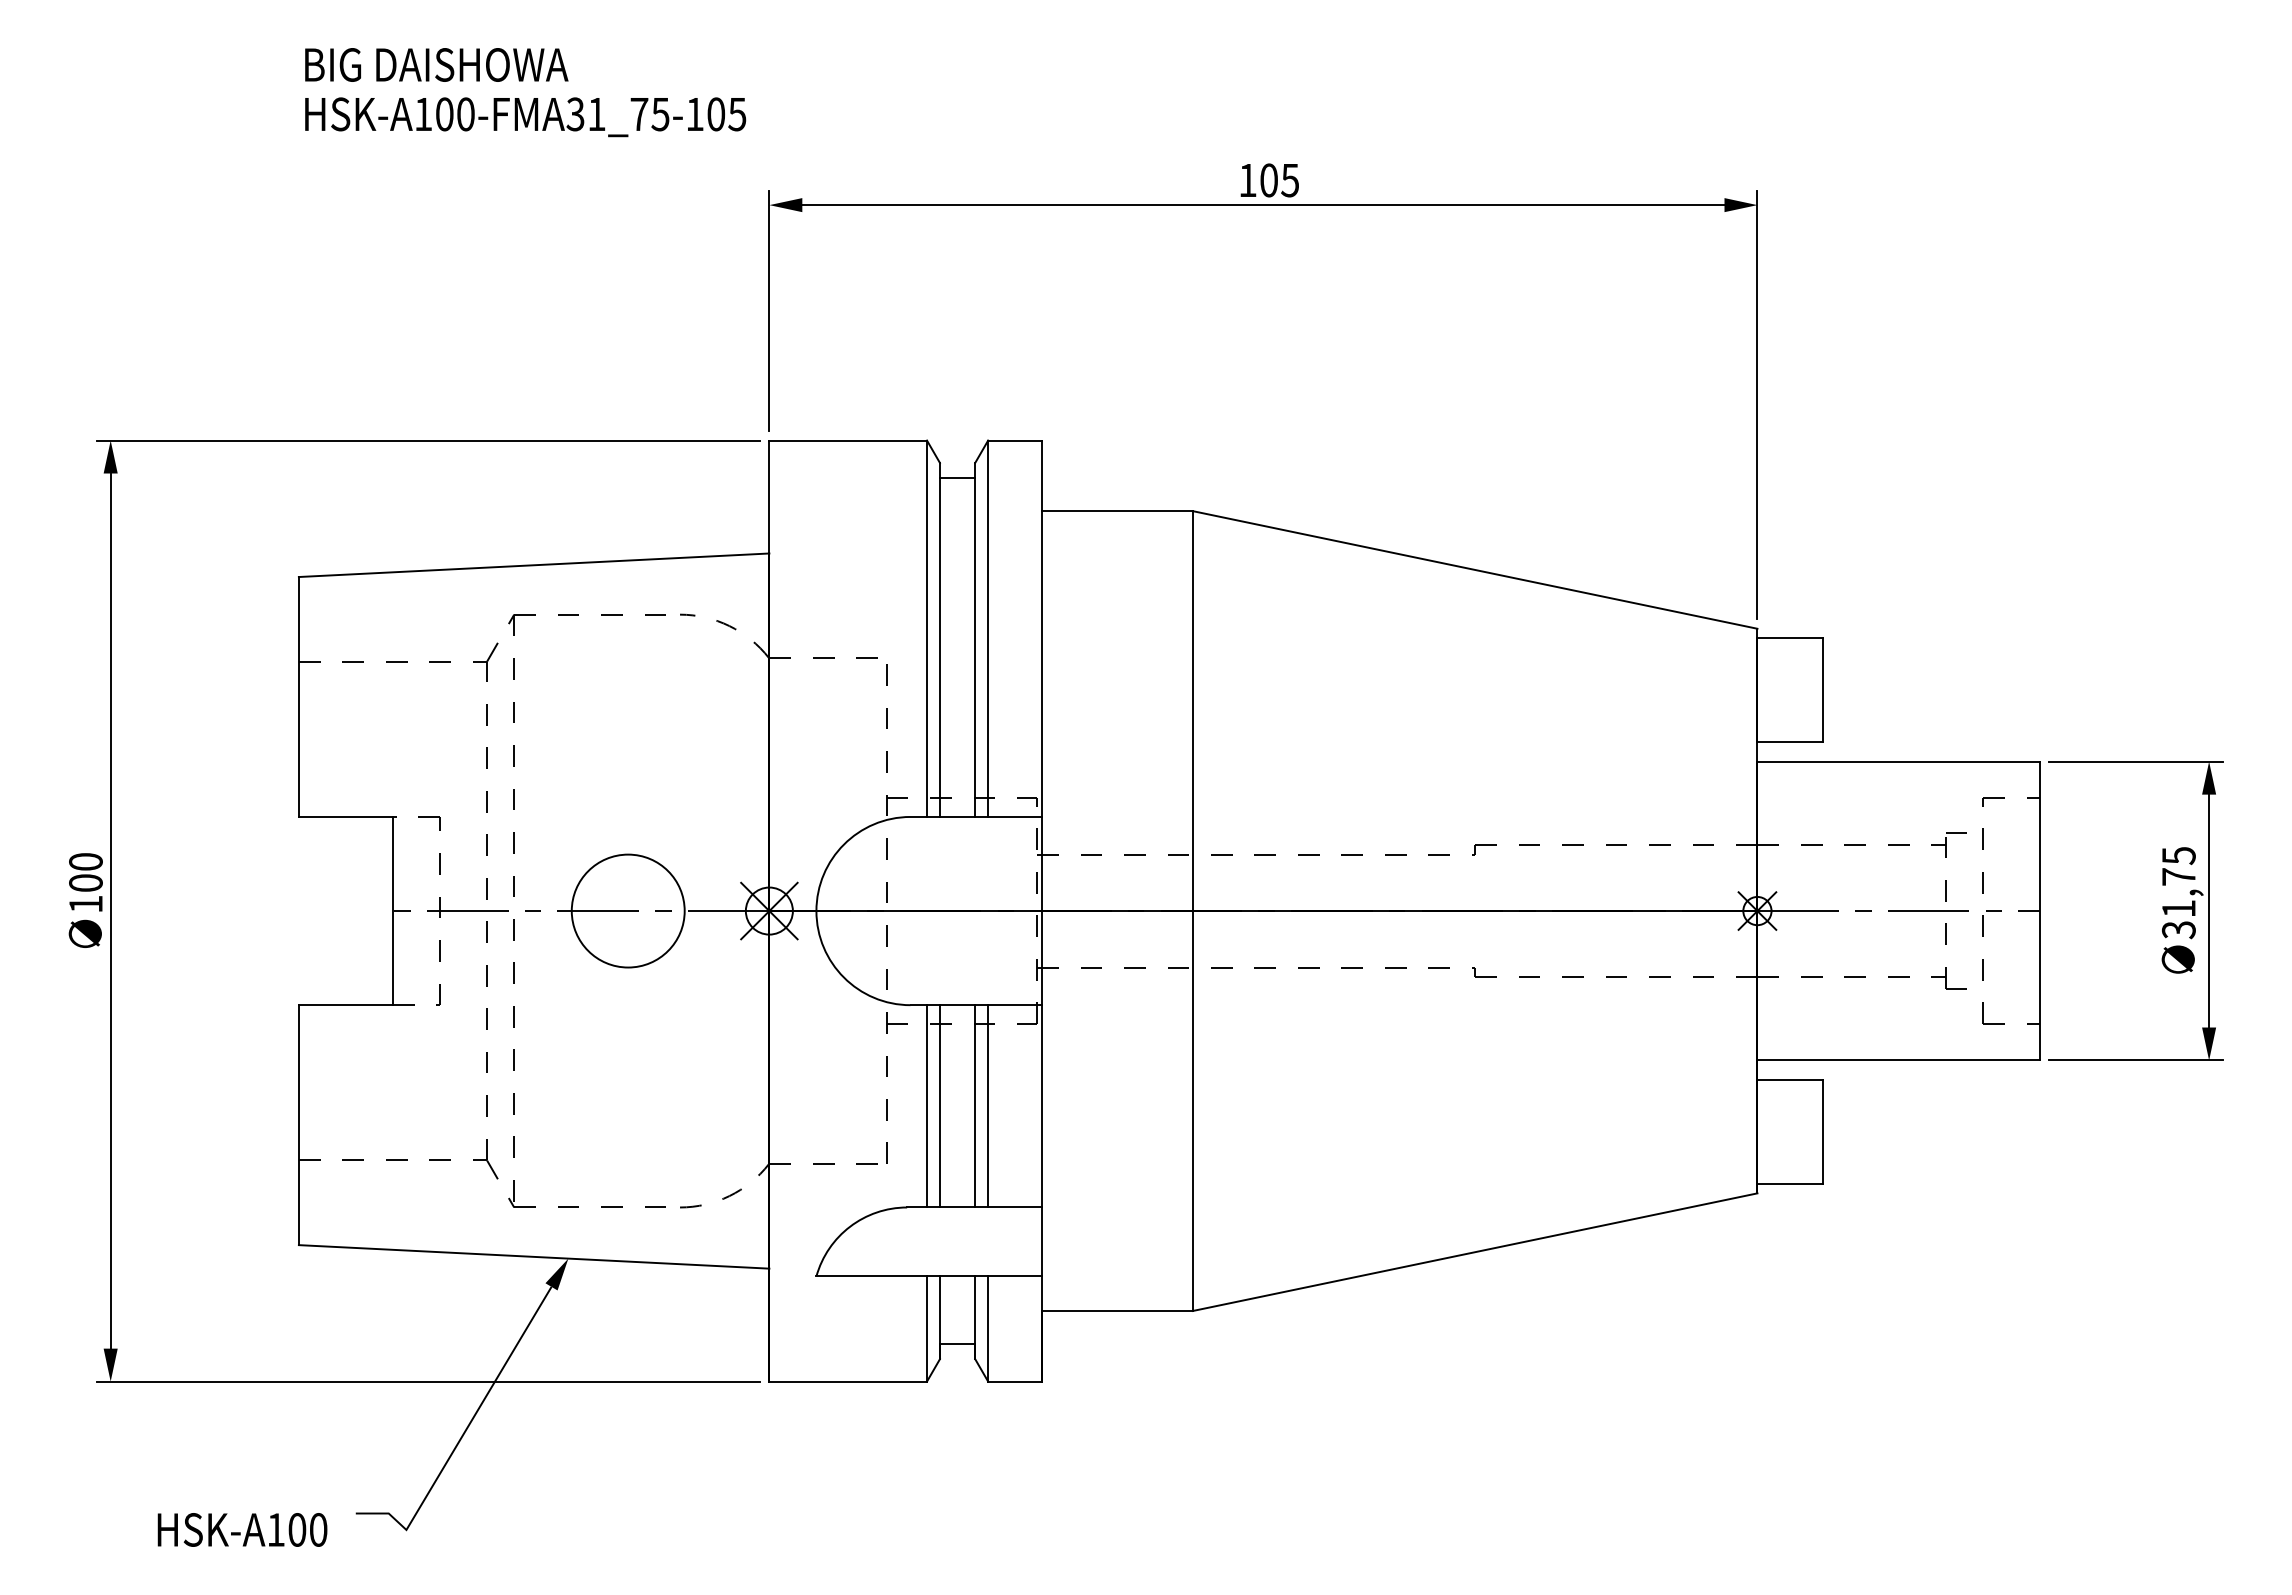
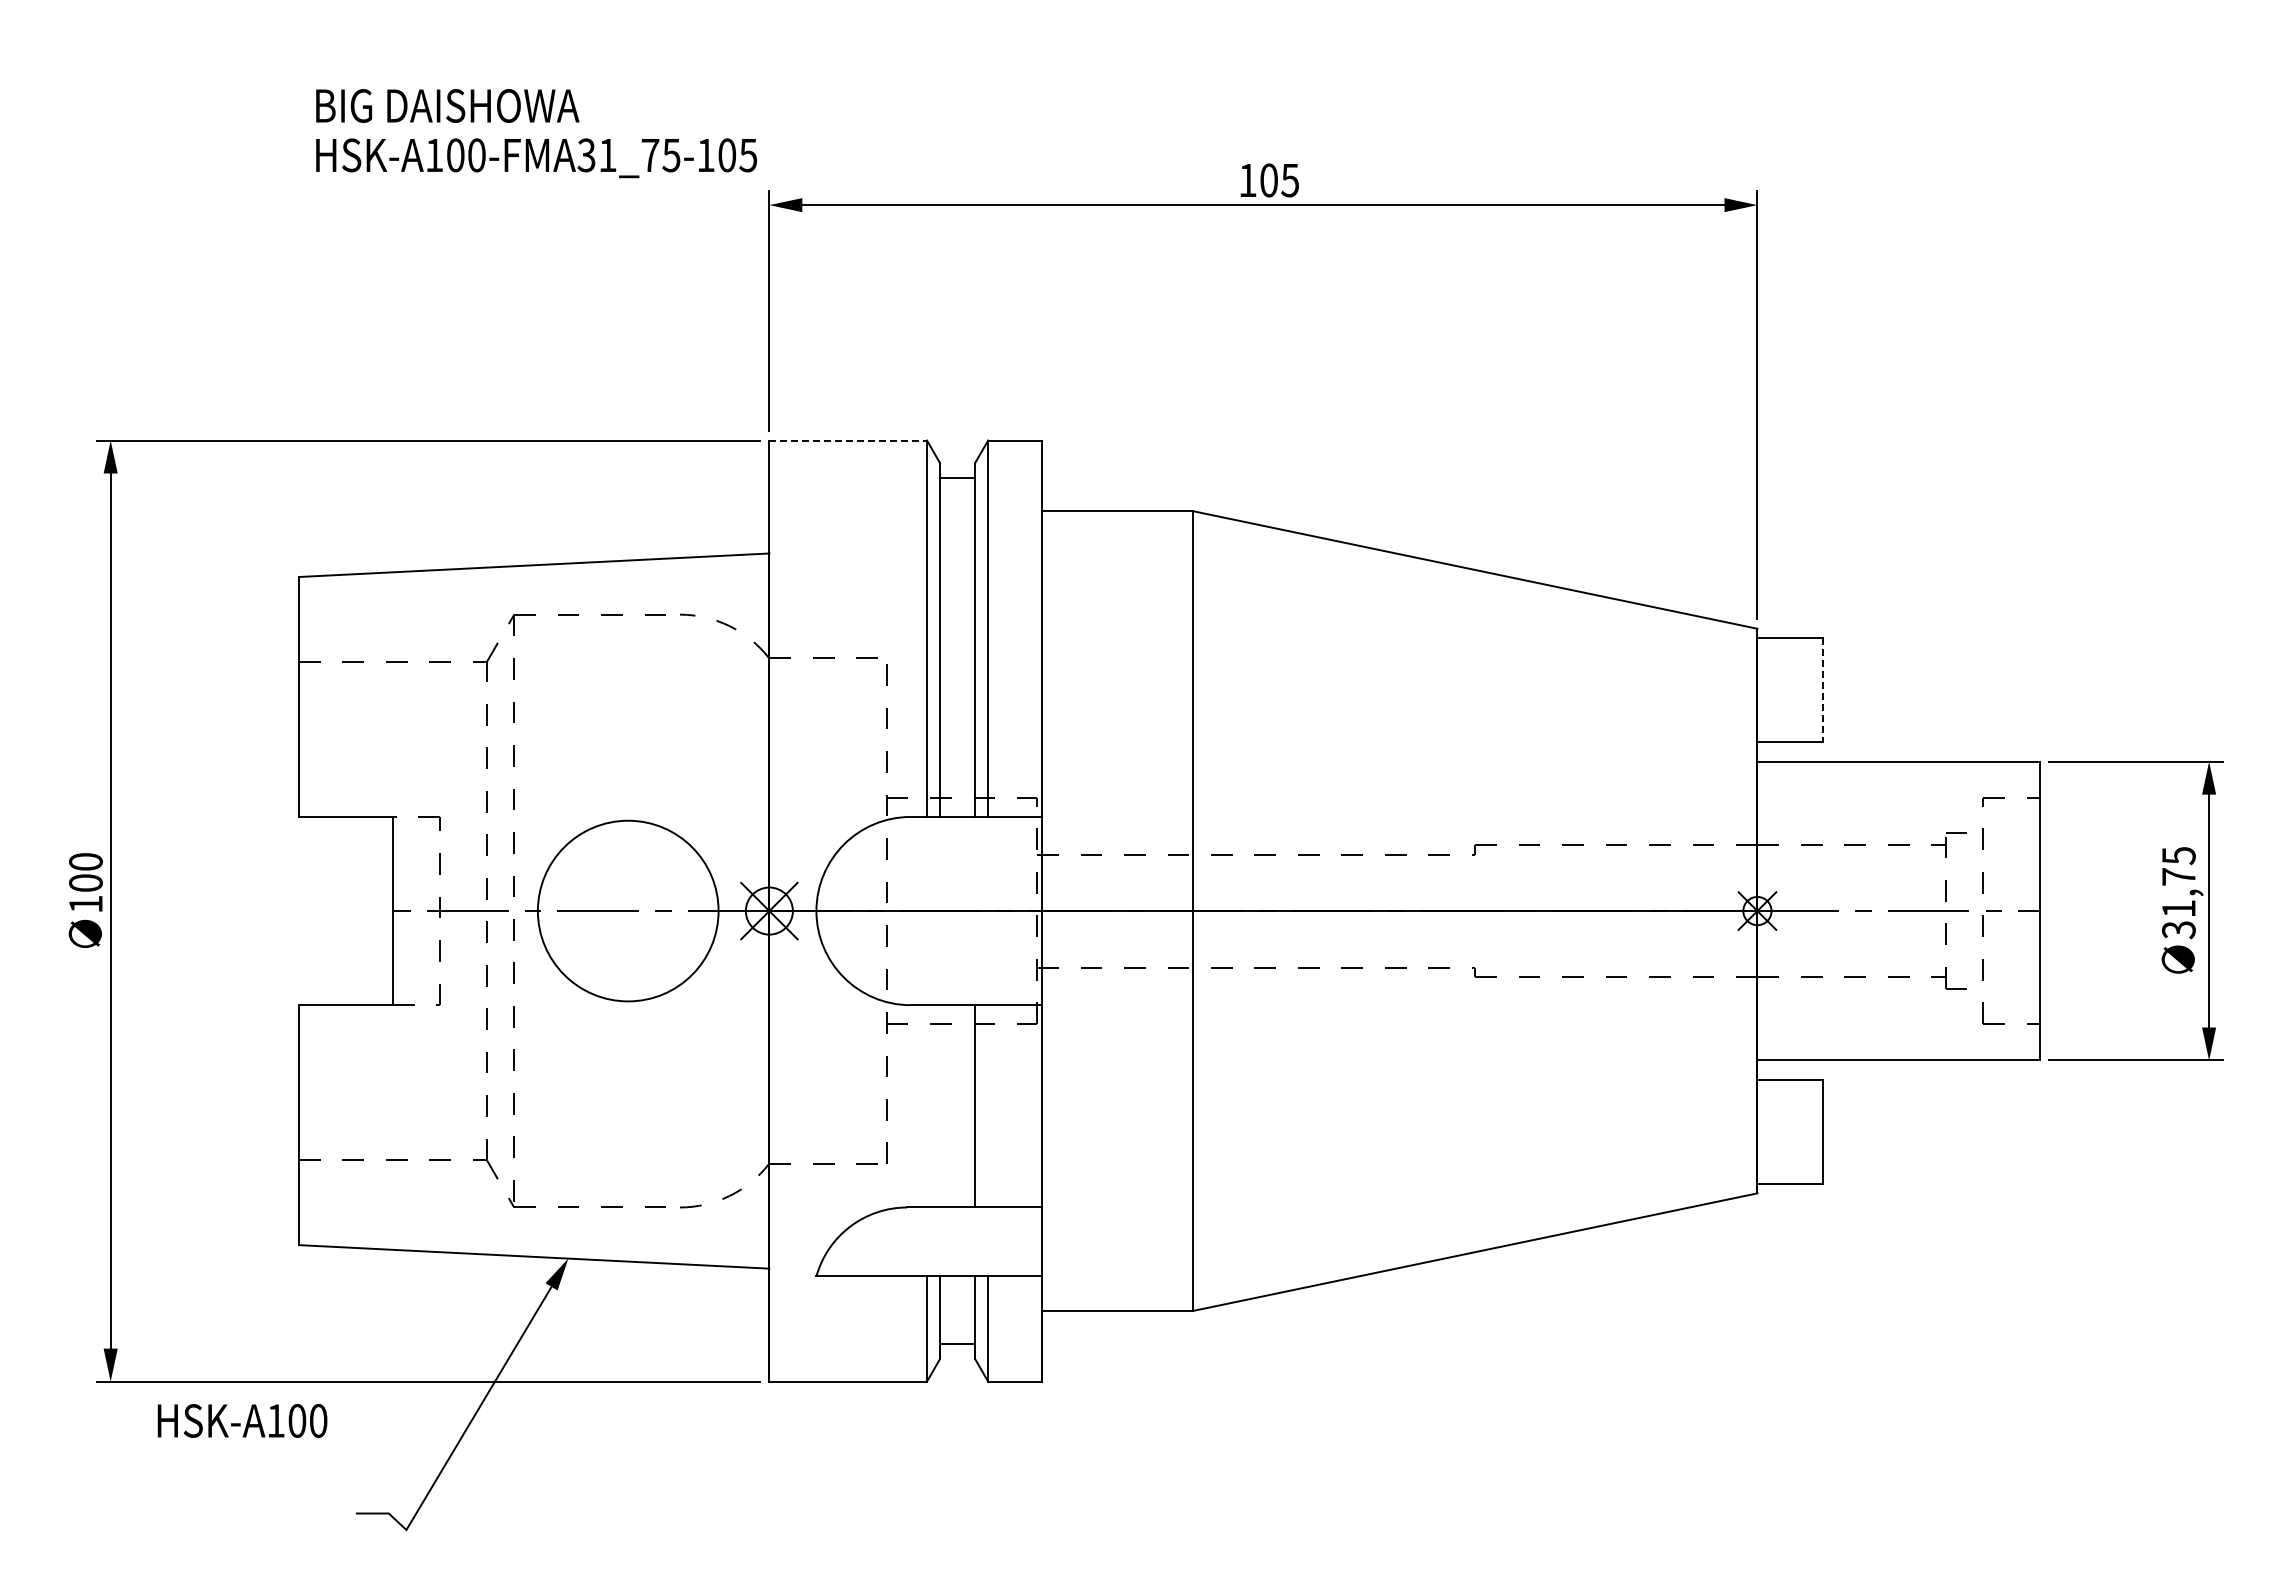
text at (525, 92) position: (525, 92) -> (536, 133)
line at (848, 440): solid -> dashed
line at (1823, 689): solid -> dashed
circle at (627, 910) diameter: 113 px -> 181 px
line at (927, 1106): present -> none
line at (939, 1106): present -> none
line at (988, 1106): present -> none
text at (242, 1529) position: (242, 1529) -> (242, 1420)
